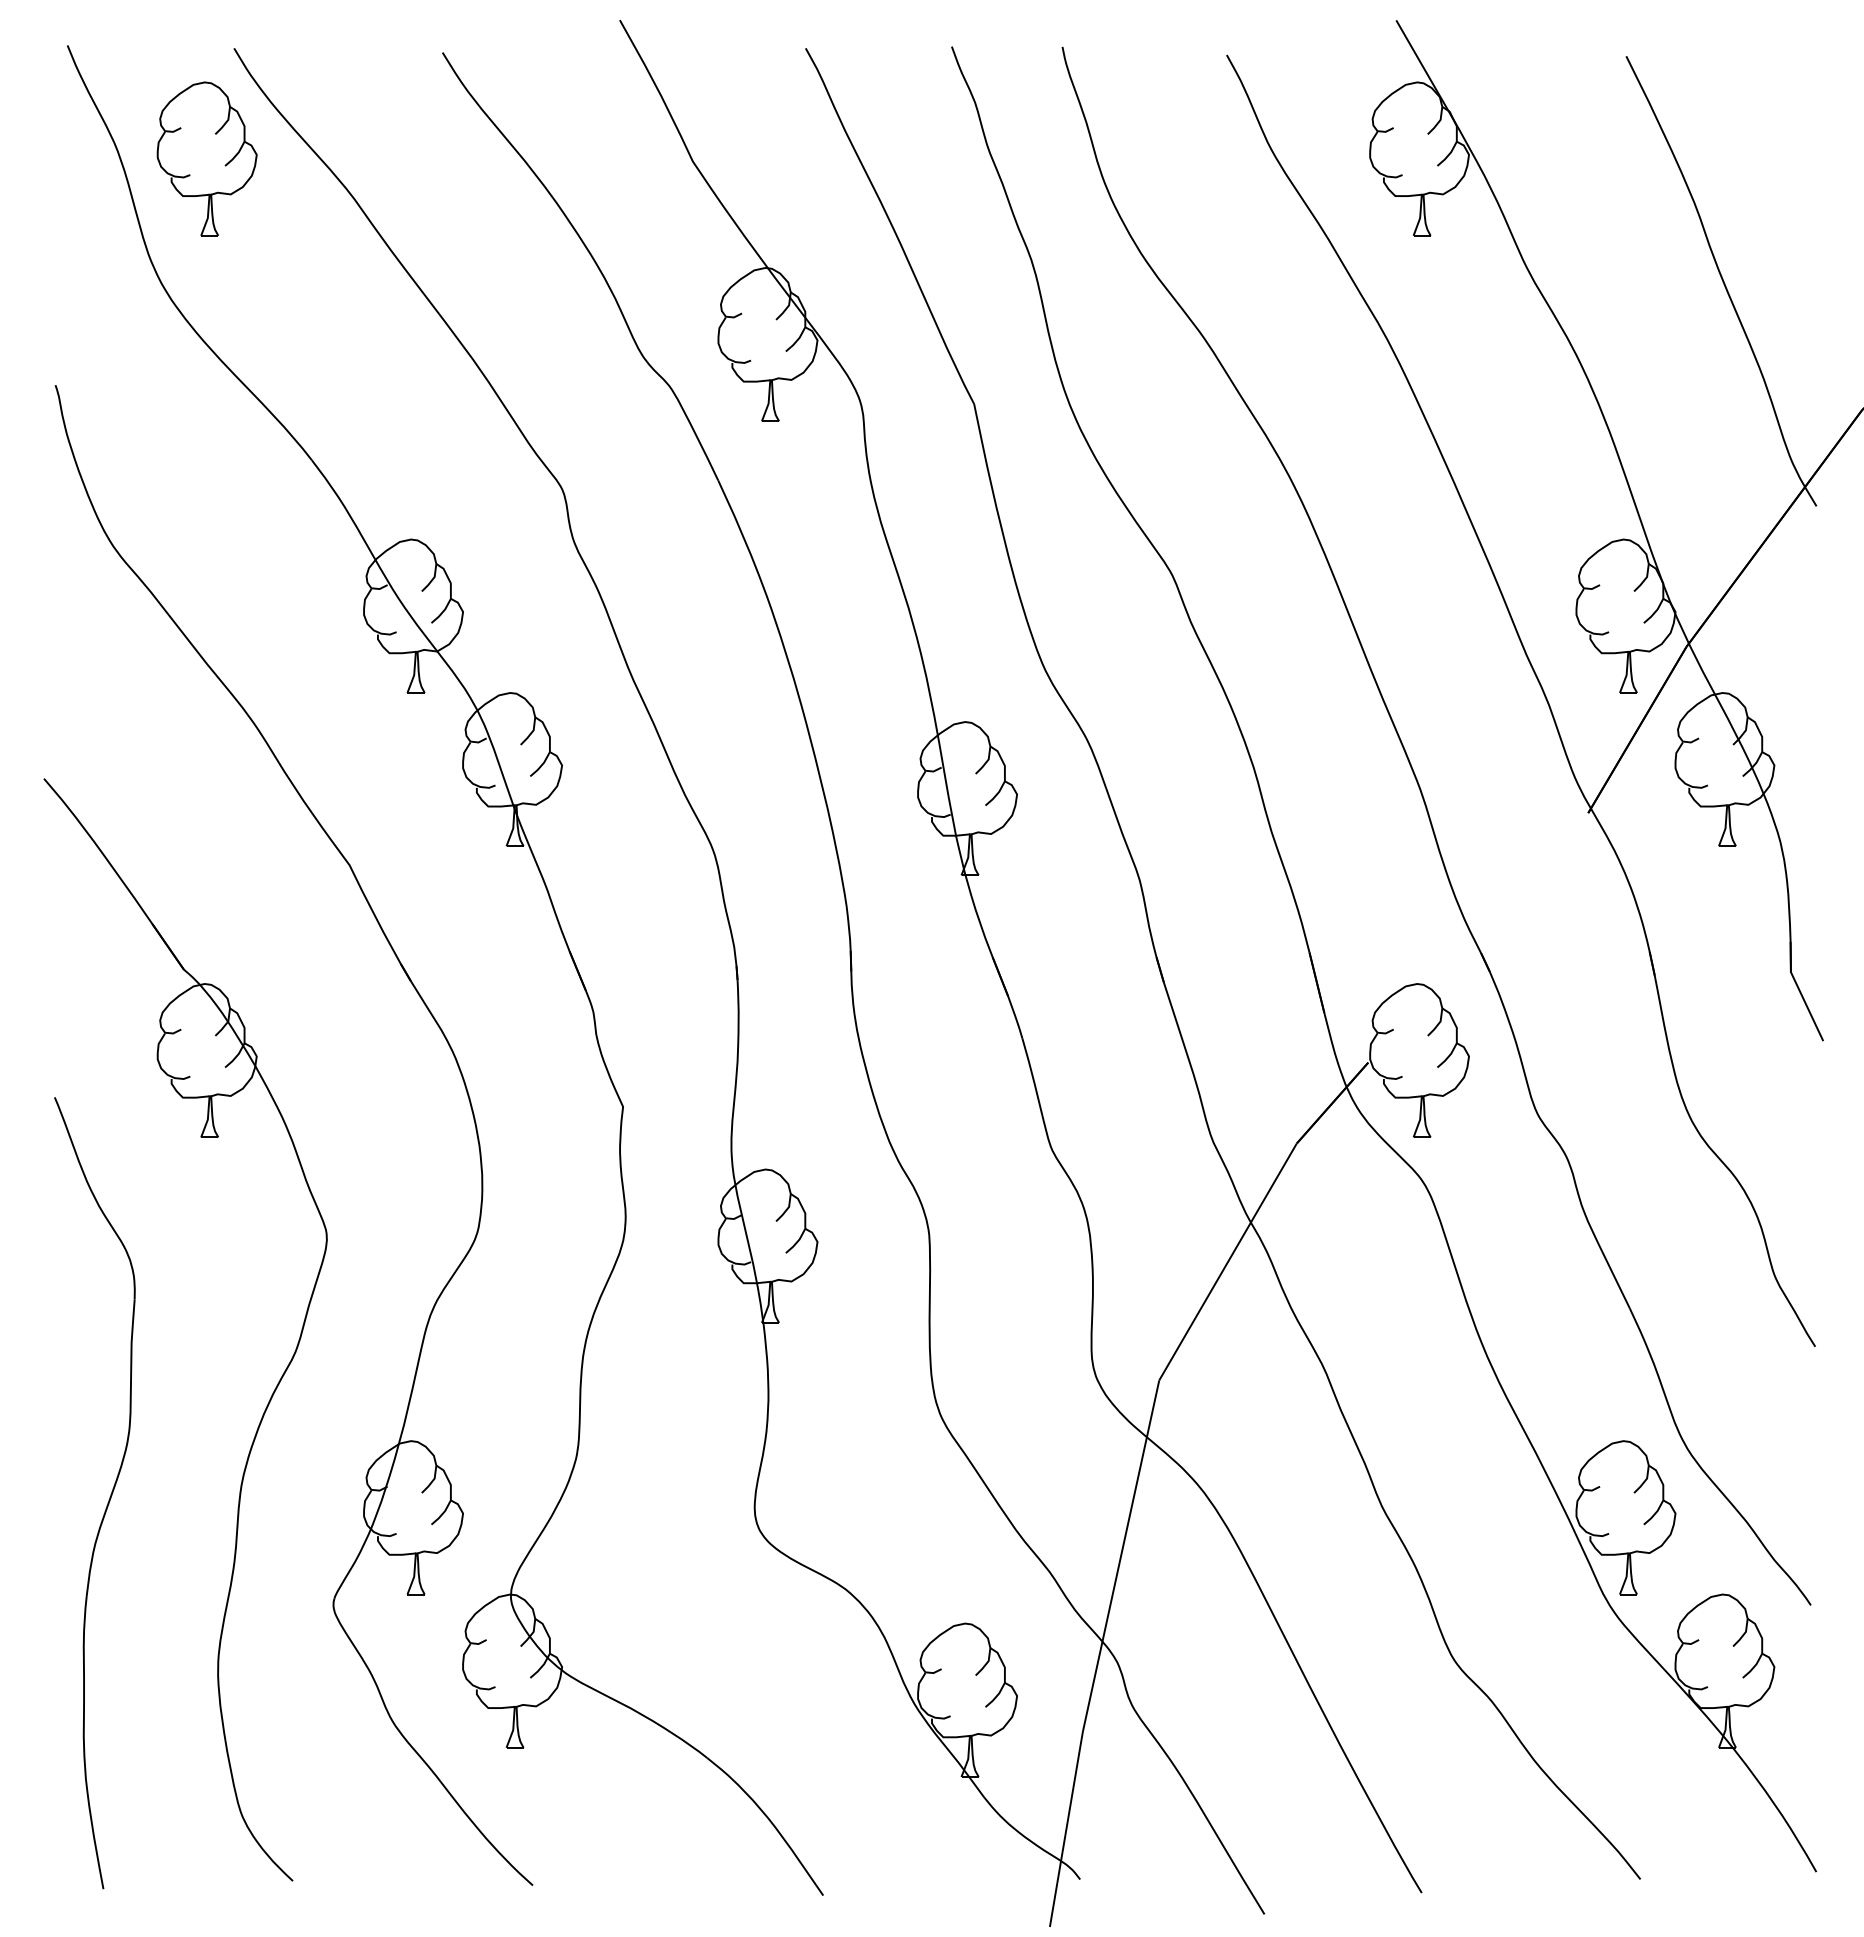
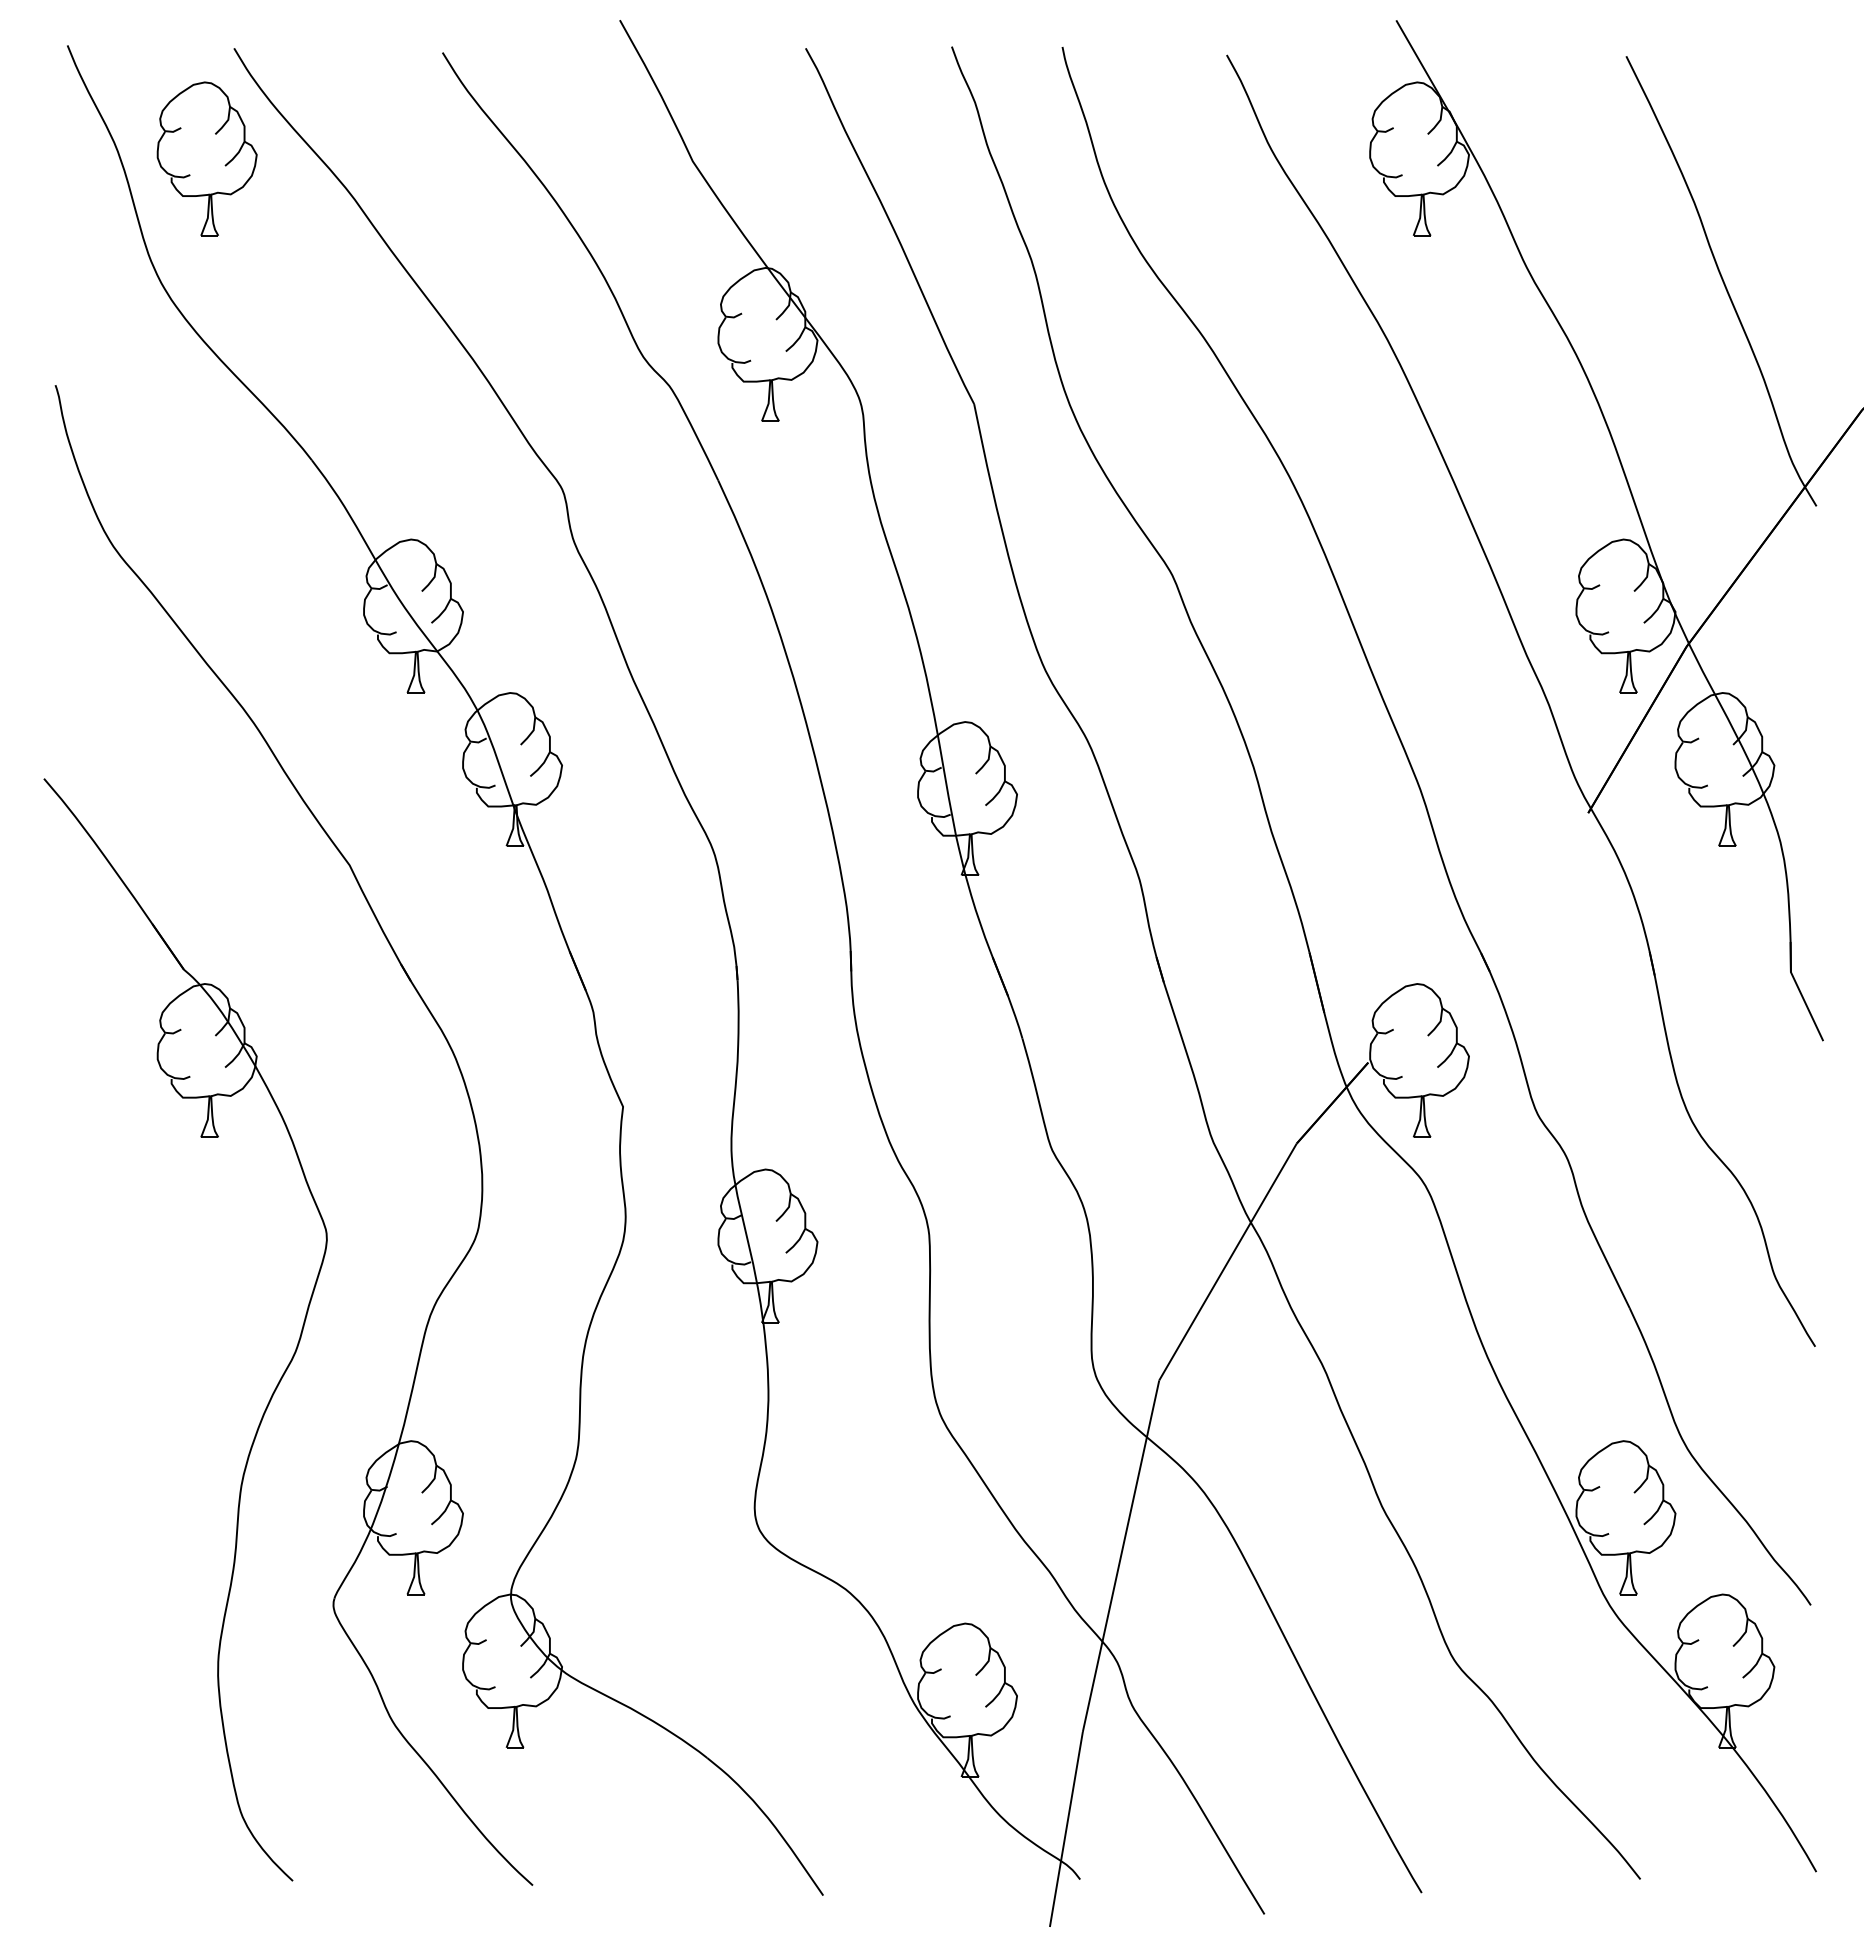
part at (109, 1497): present -> none
